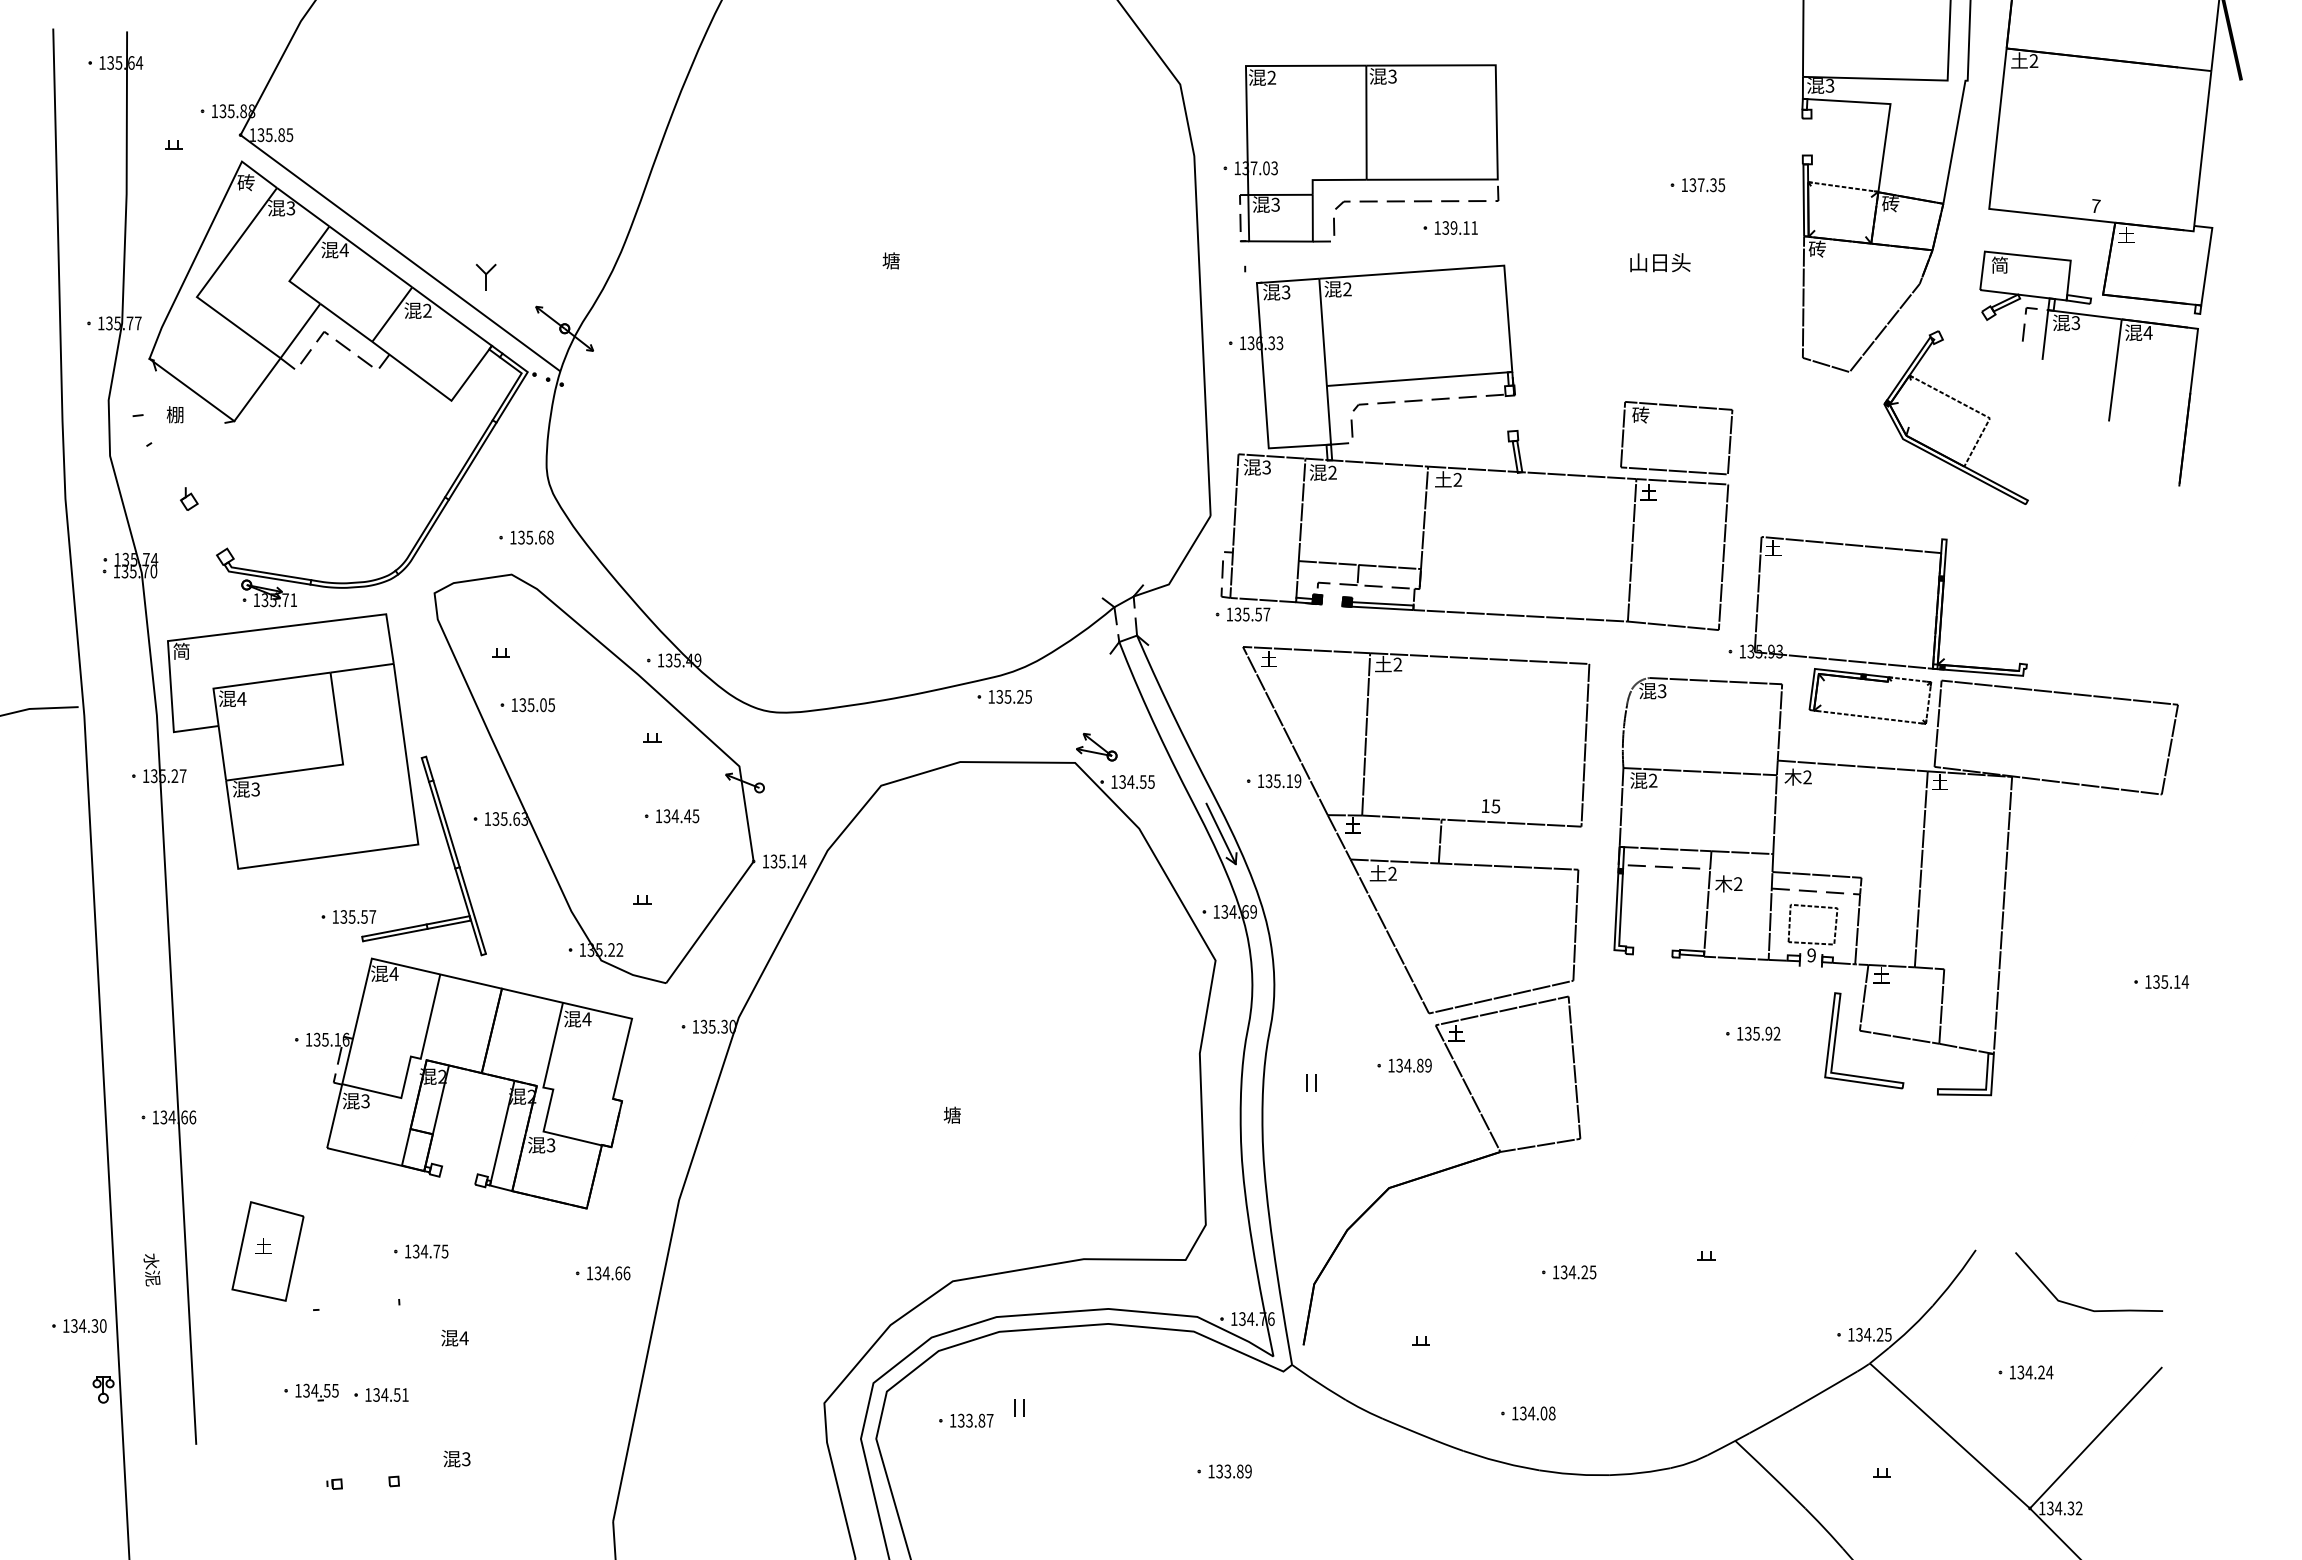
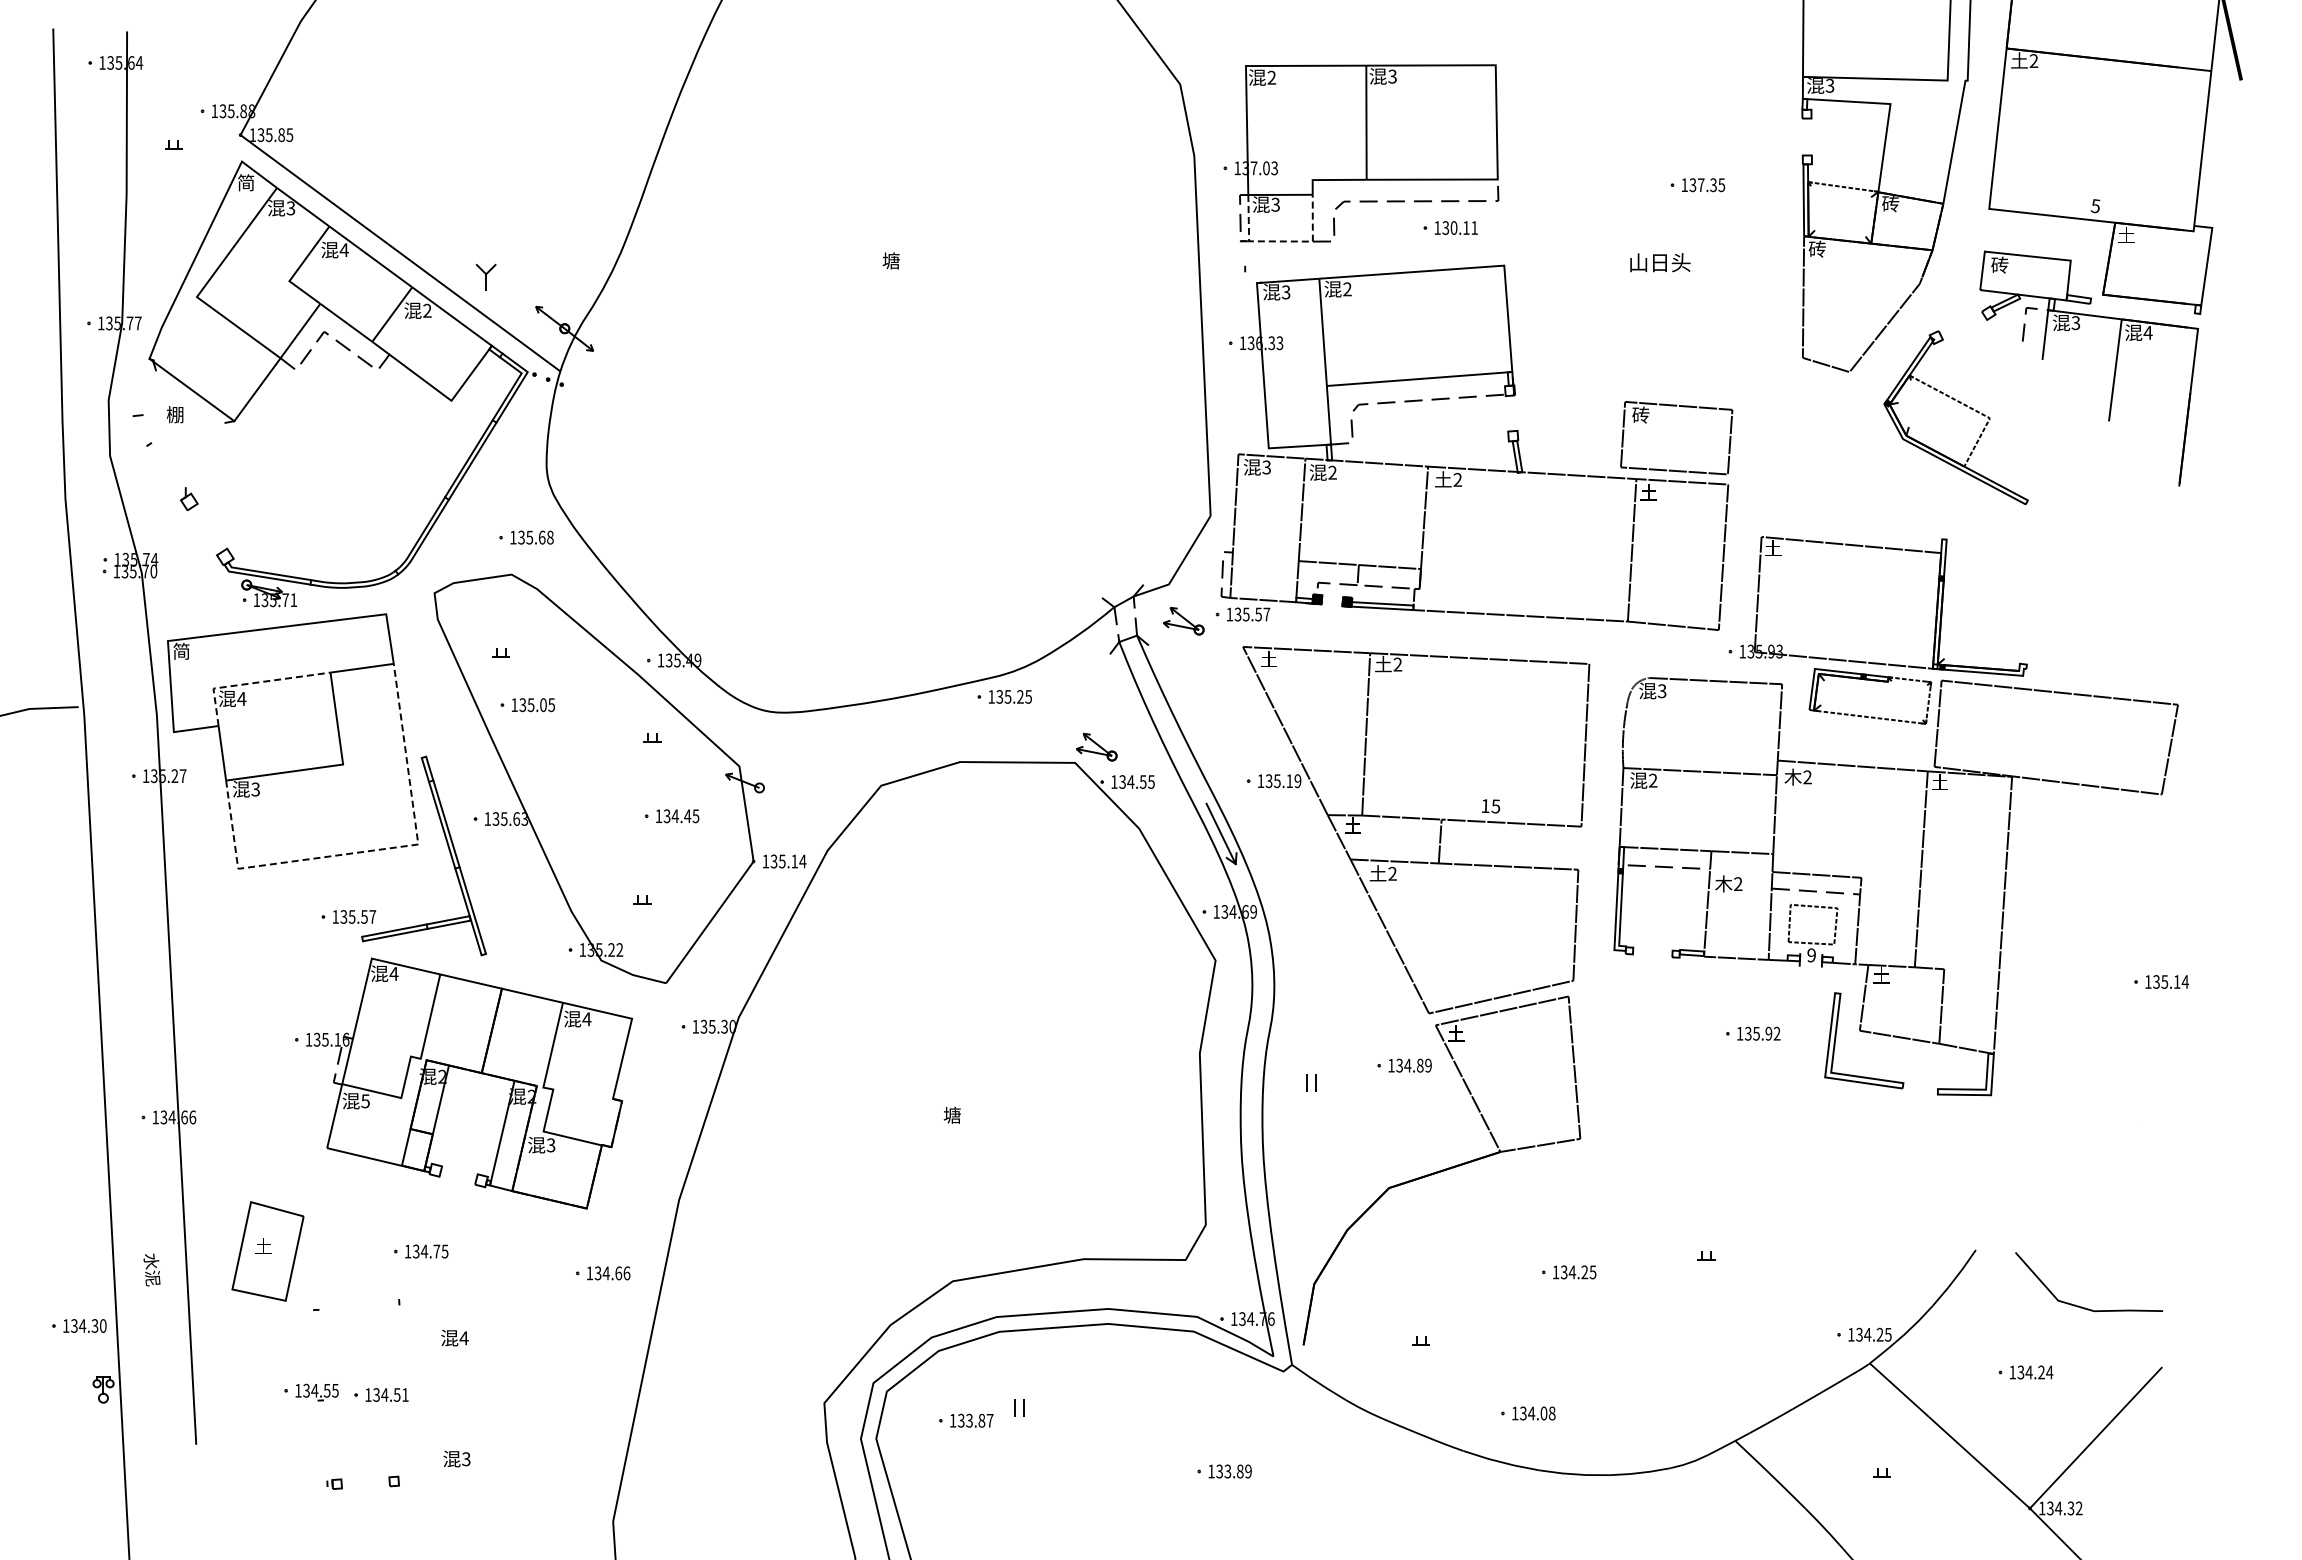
text at (245, 182): 砖 -> 简
text at (2095, 206): 7 -> 5
text at (1453, 227): 139.11 -> 130.11
line at (1281, 241): solid -> dashed
text at (1999, 264): 简 -> 砖
part at (1183, 621): none -> present
line at (252, 683): solid -> dashed
line at (374, 850): solid -> dashed
text at (365, 1100): 3 -> 5
